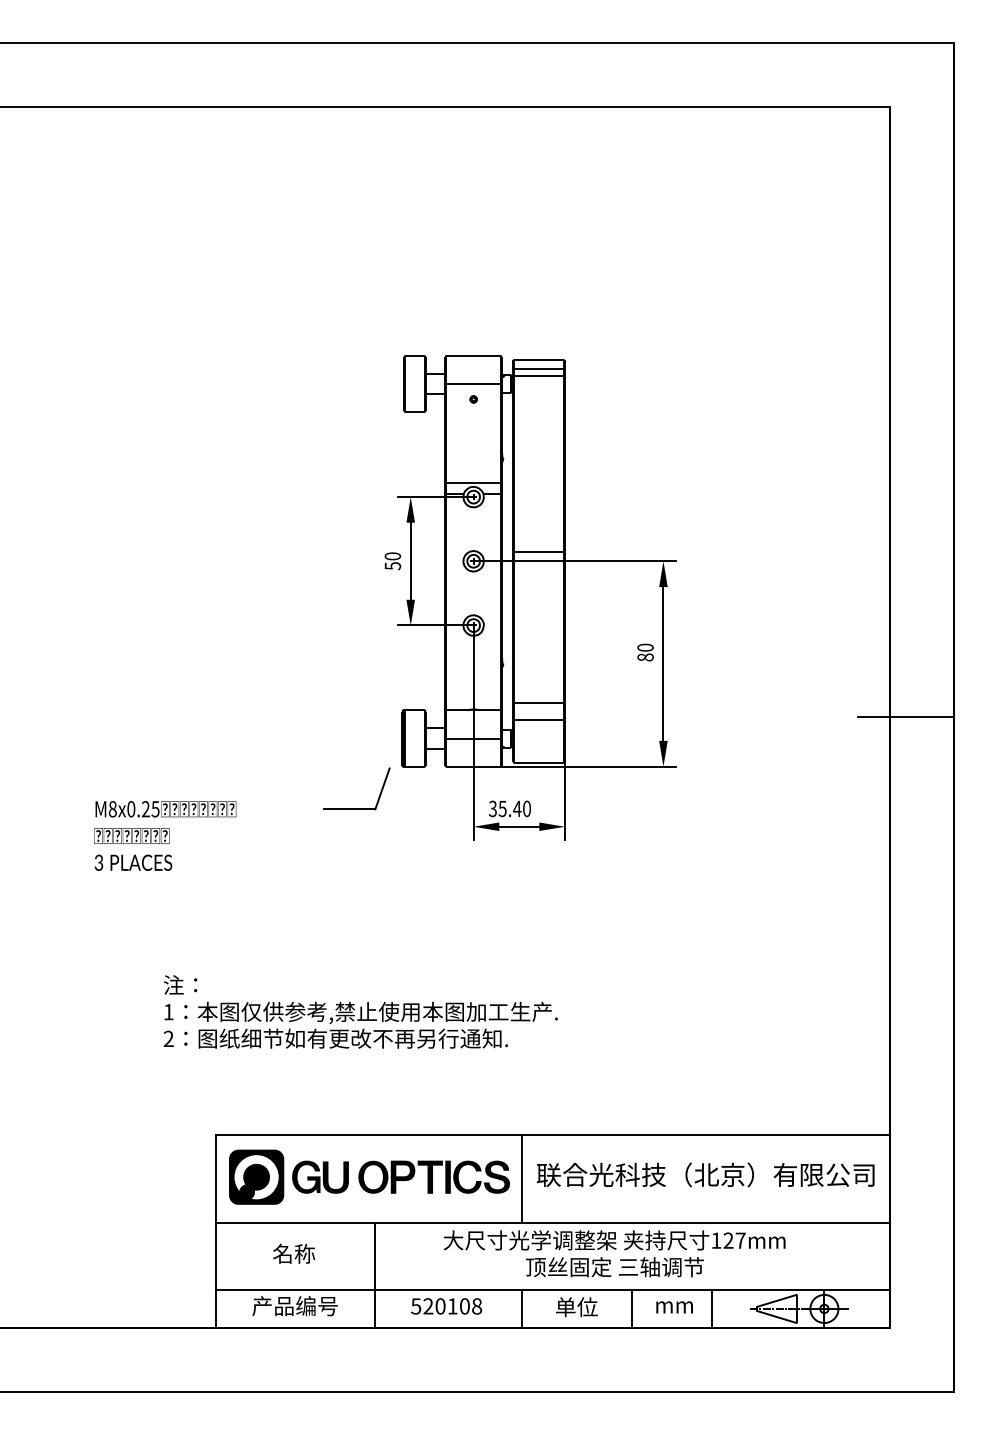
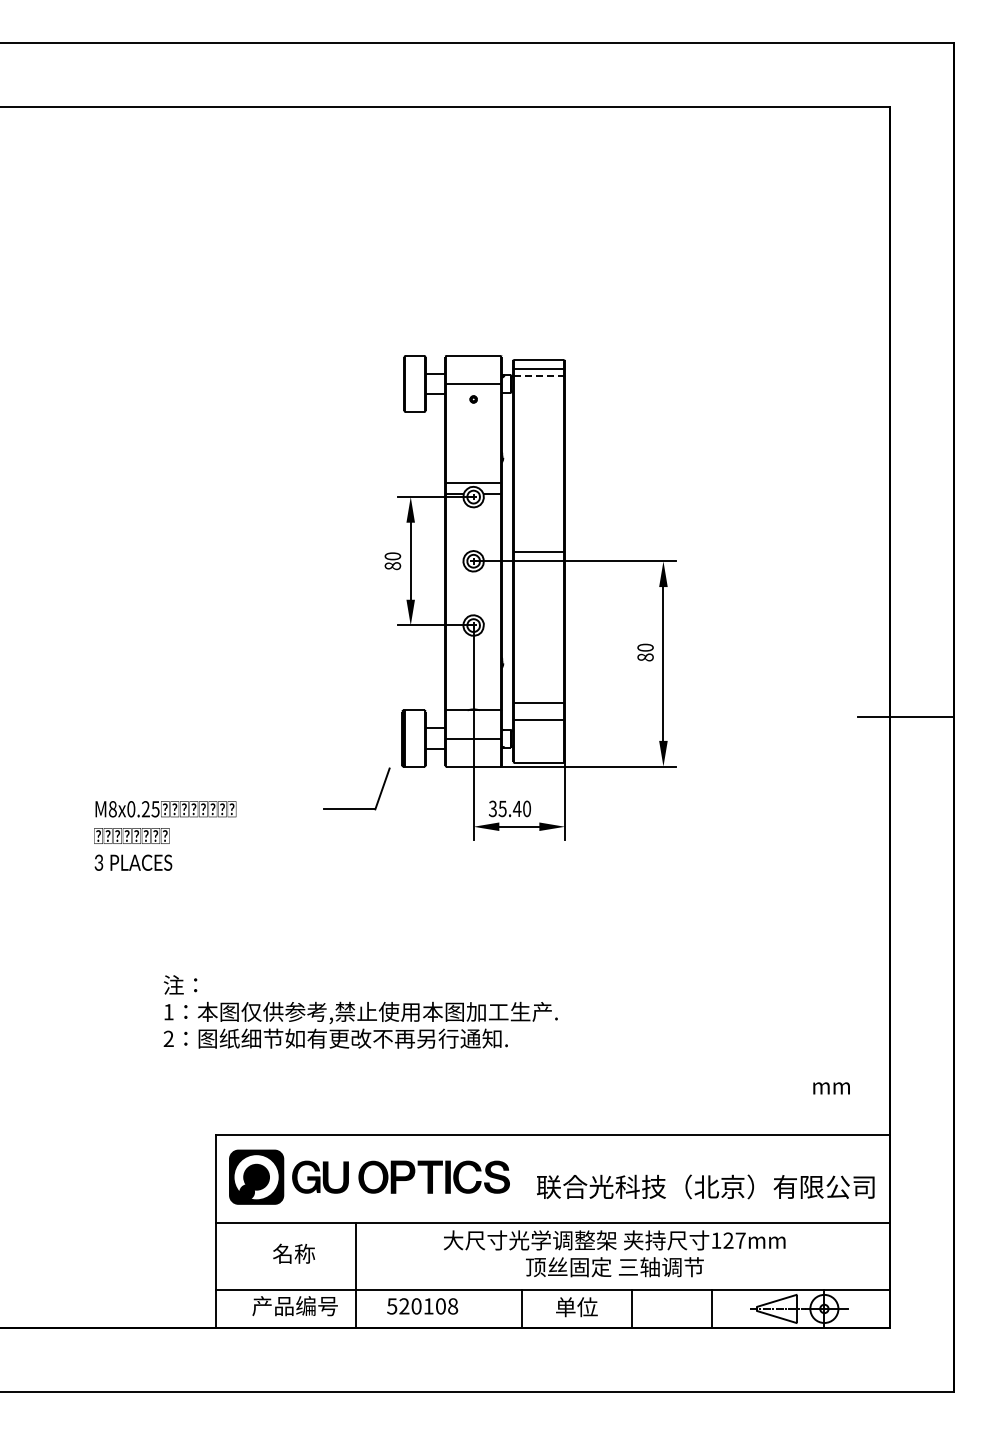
line at (539, 376): solid -> dashed
text at (392, 566): 50 -> 80
text at (705, 1174) position: (705, 1174) -> (705, 1186)
line at (521, 1178): present -> none
line at (374, 1274) position: (374, 1274) -> (355, 1274)
text at (446, 1306) position: (446, 1306) -> (422, 1306)
text at (674, 1307) position: (674, 1307) -> (831, 1088)
